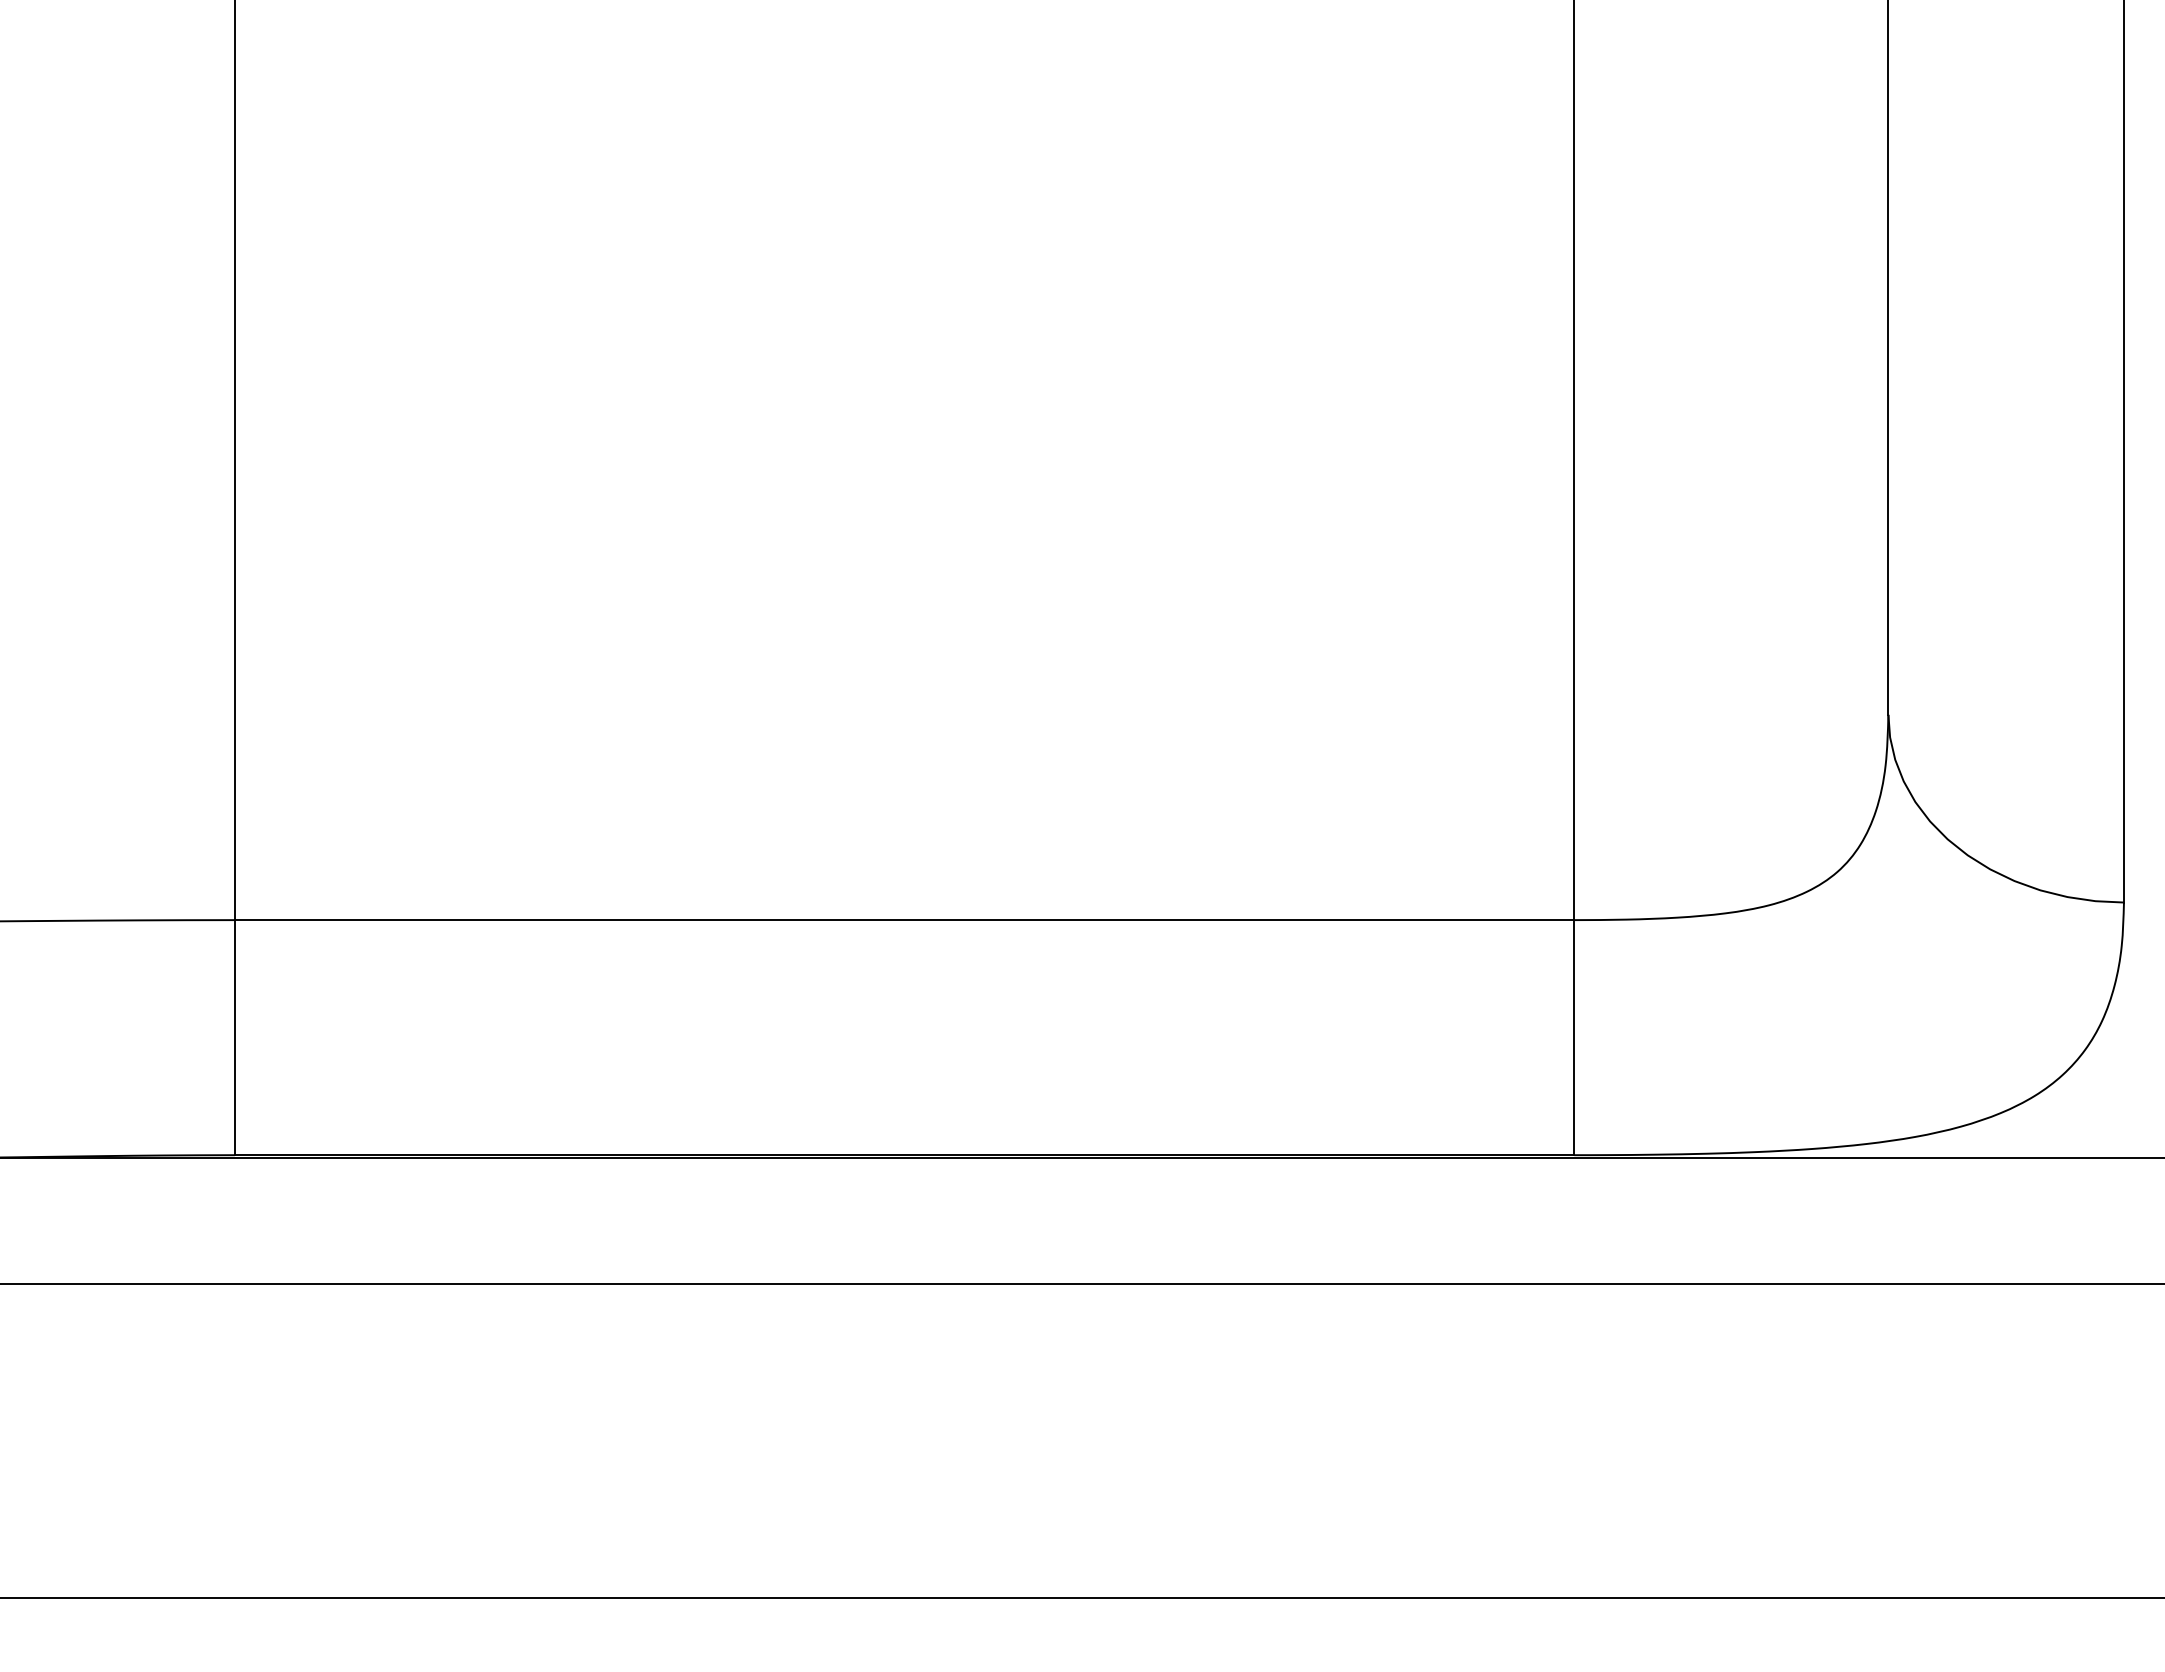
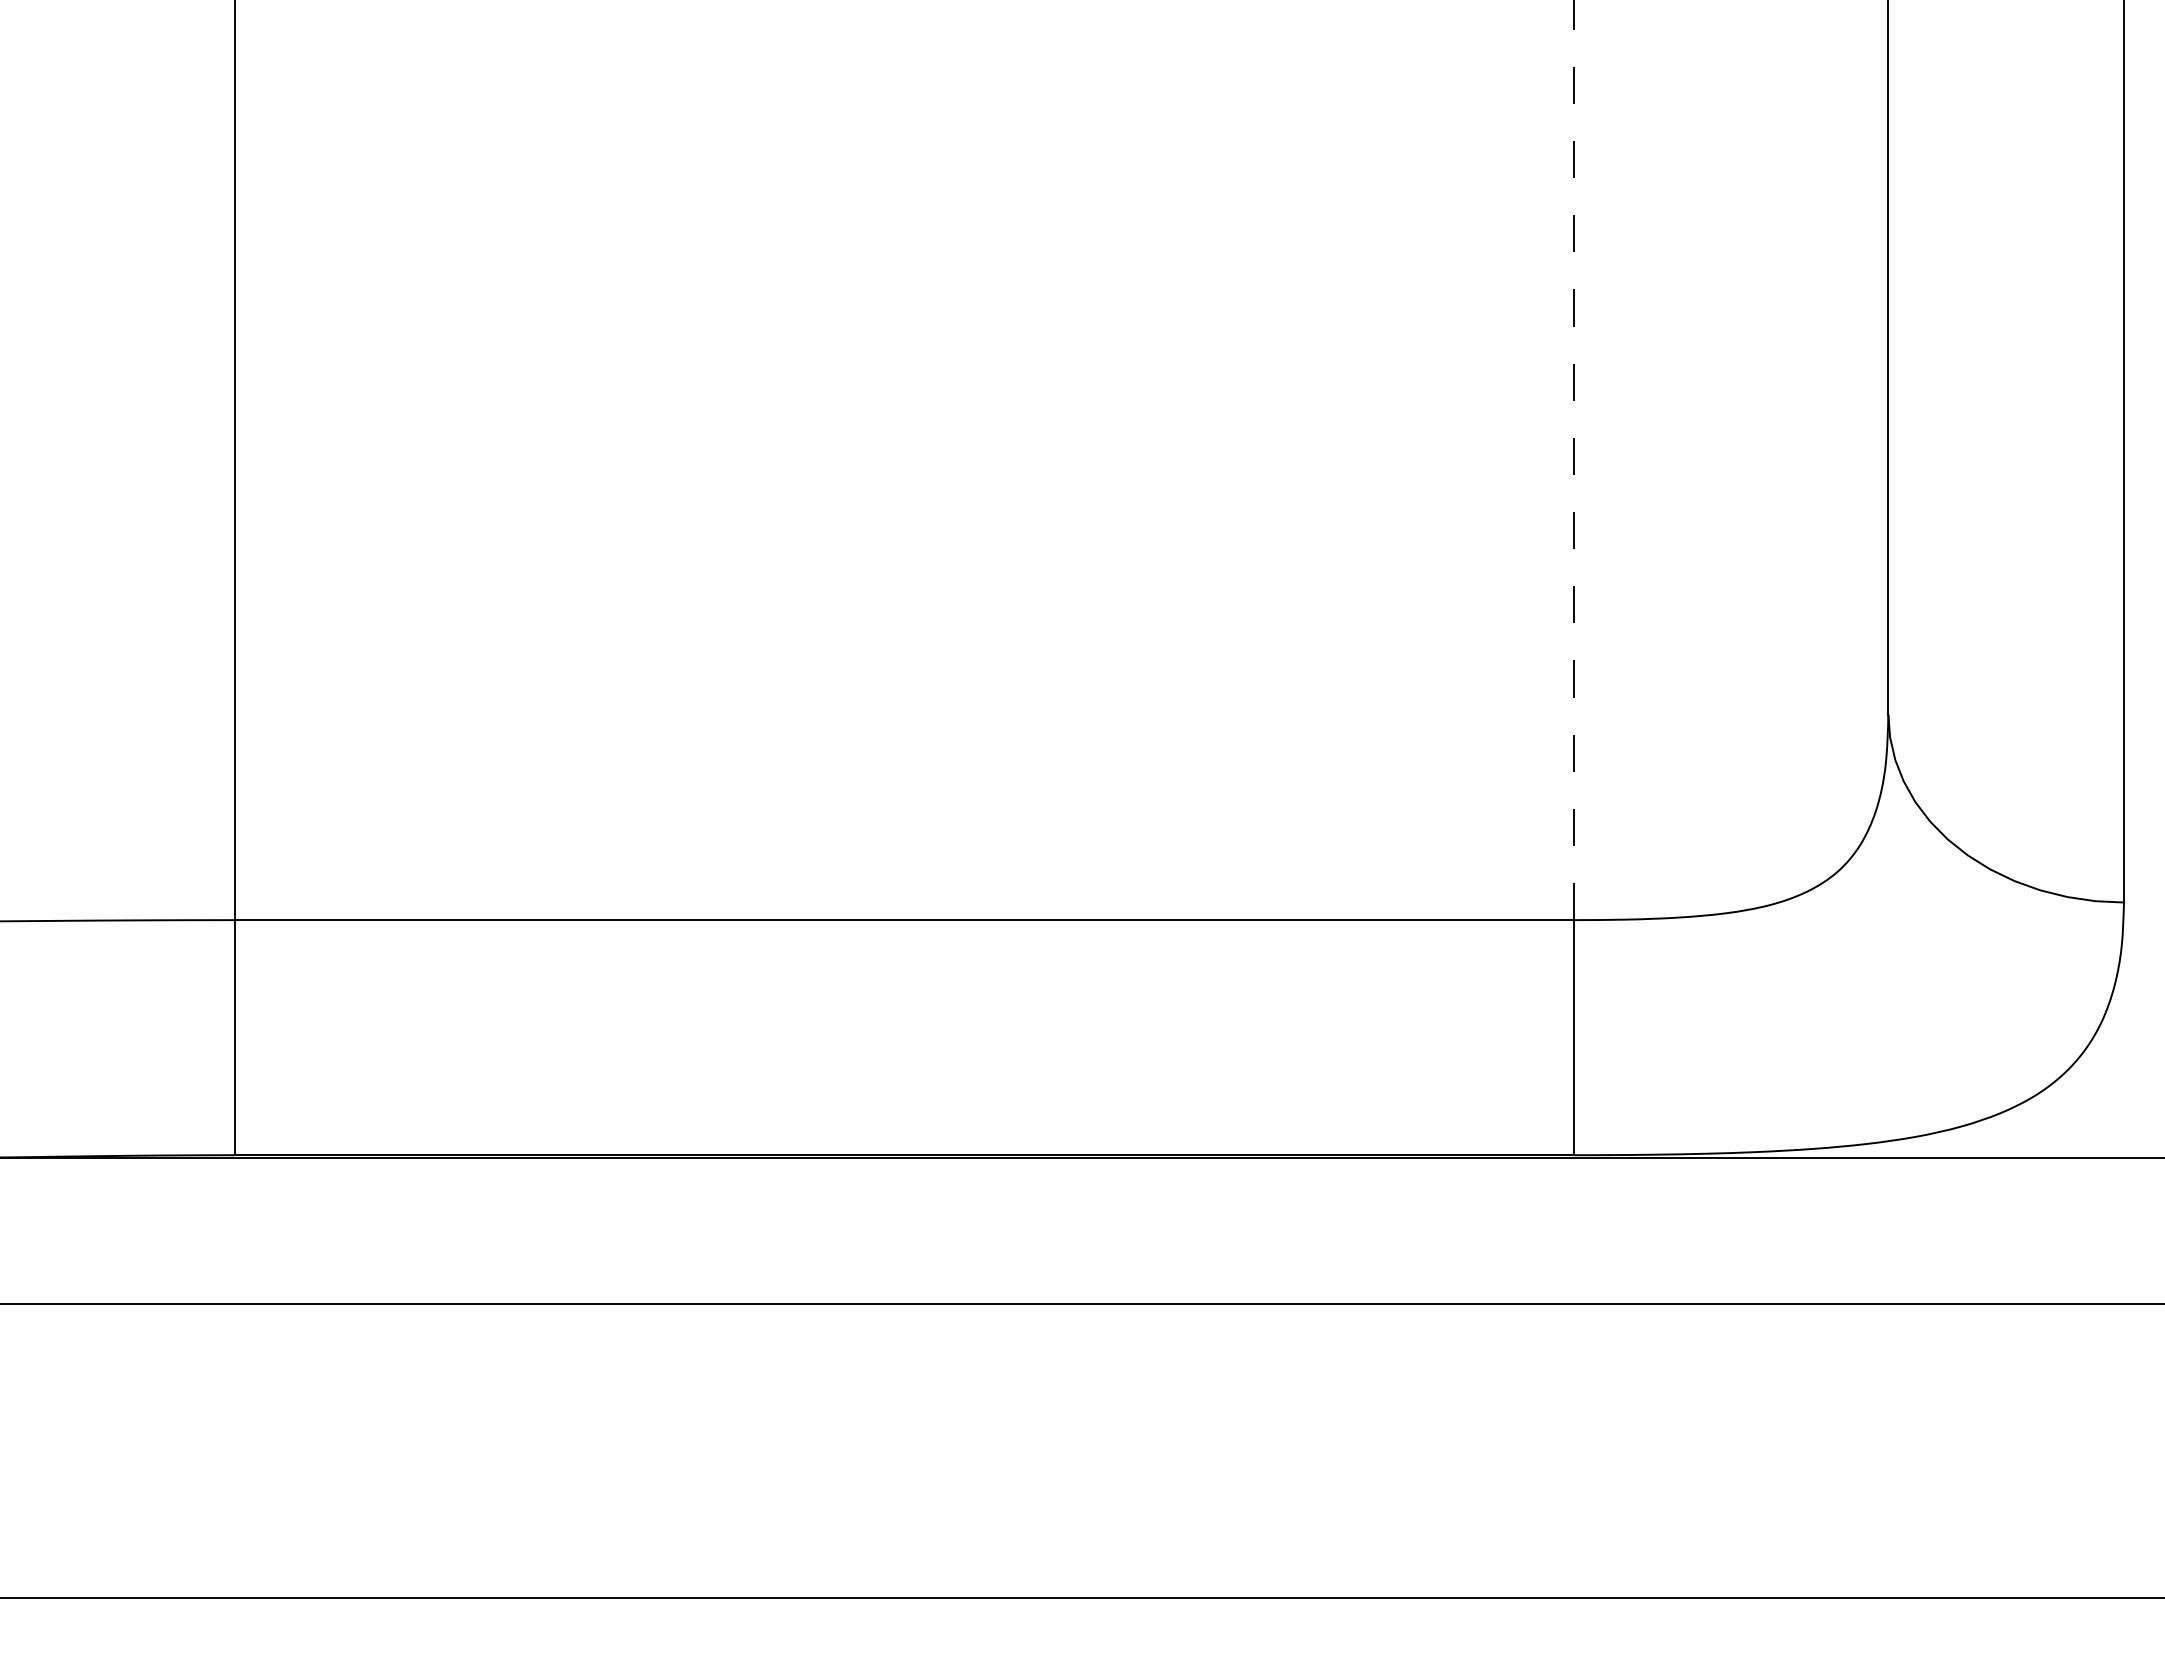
line at (1574, 460): solid -> dashed
line at (1081, 1283) position: (1081, 1283) -> (1081, 1303)
